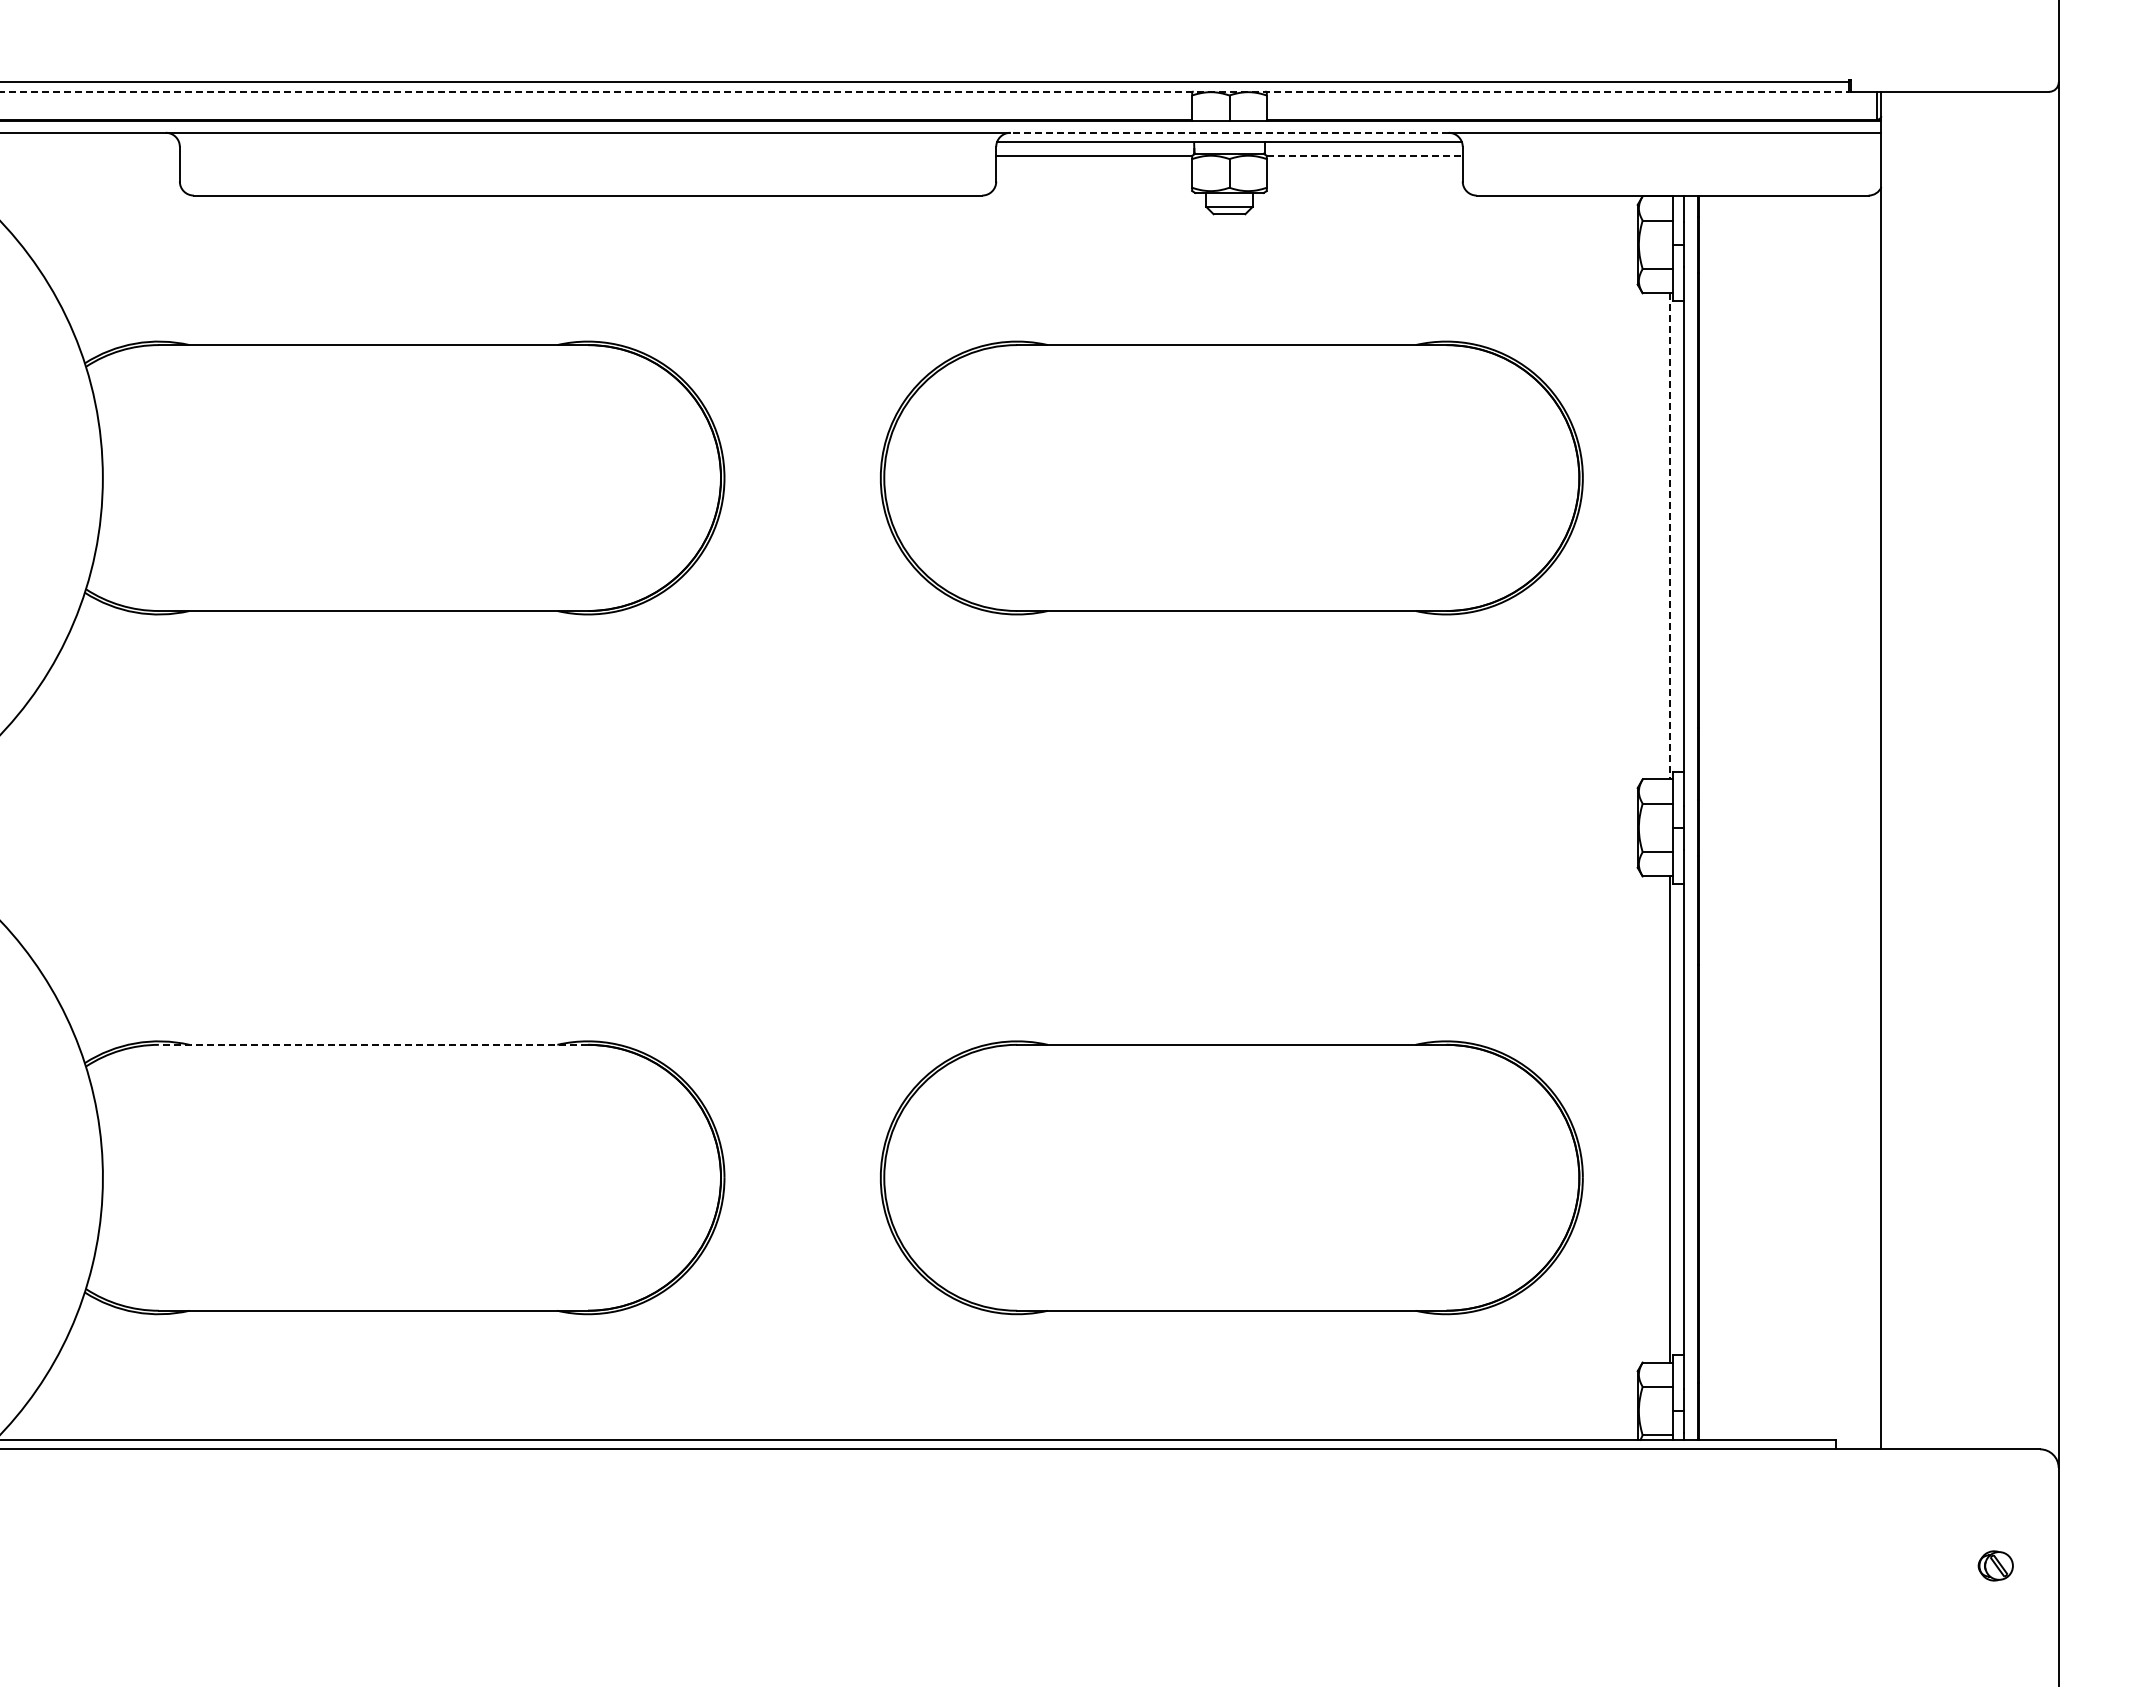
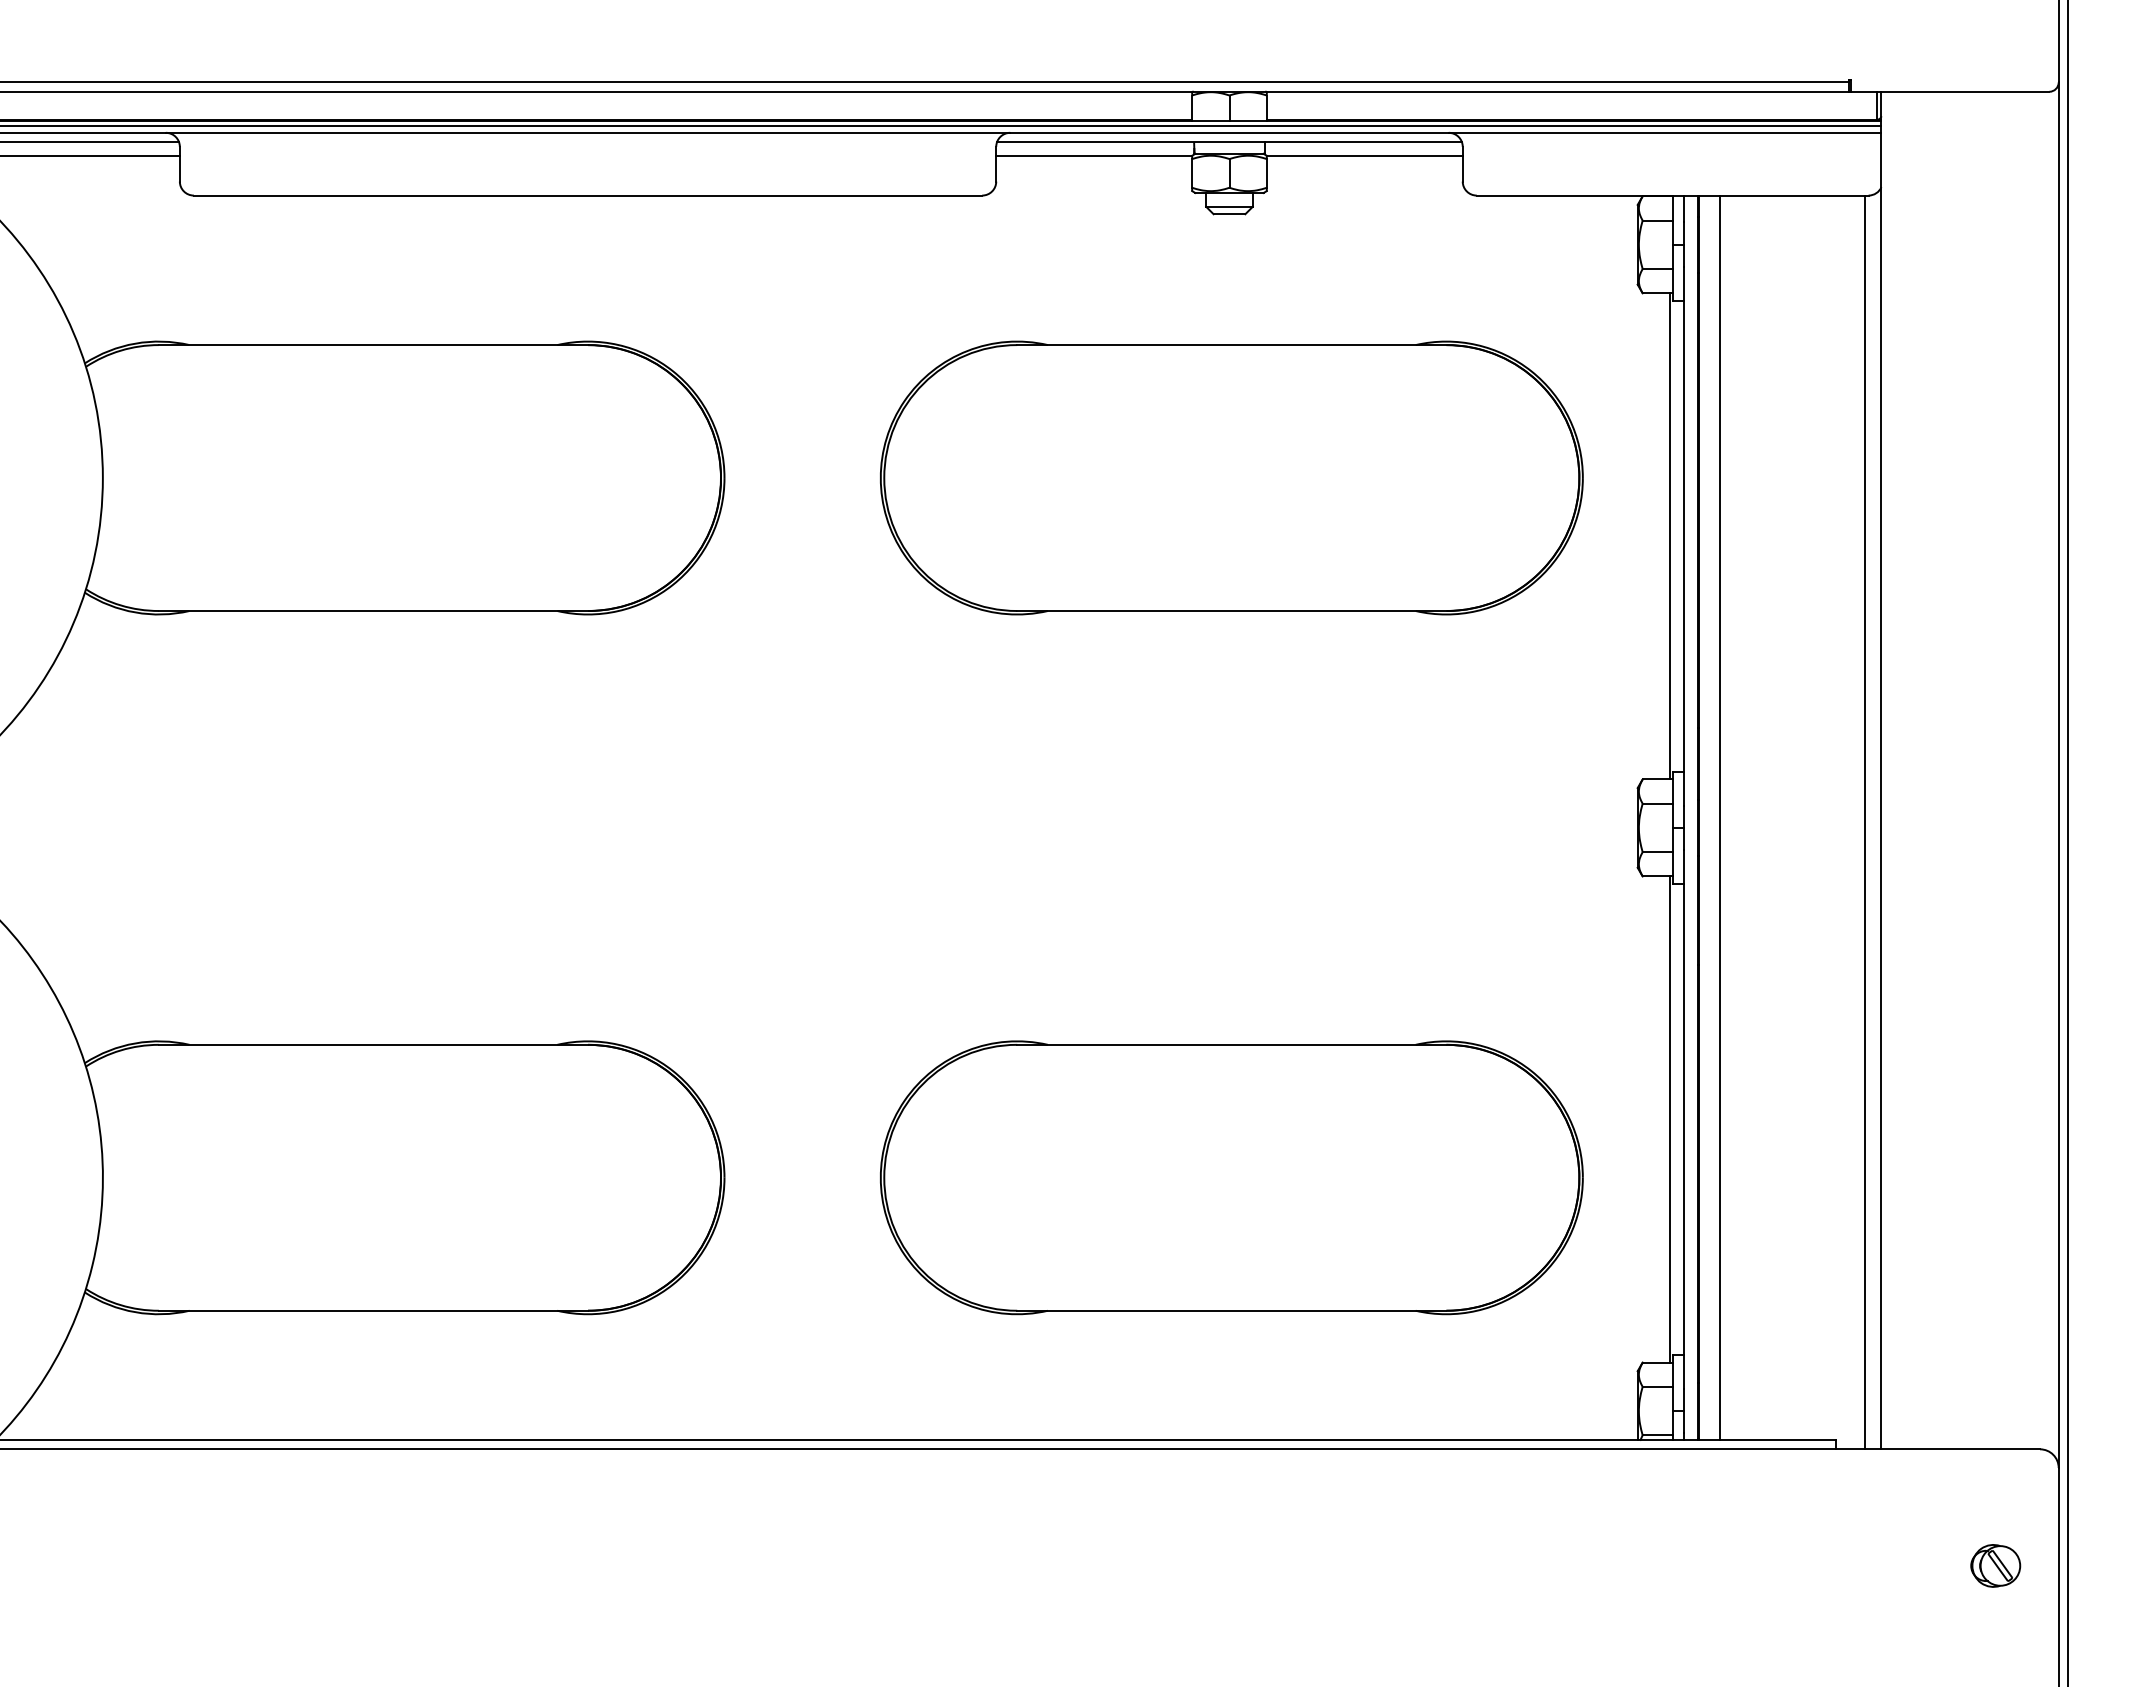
line at (924, 91): dashed -> solid
line at (941, 125): none -> present
line at (1228, 132): dashed -> solid
line at (90, 142): none -> present
line at (90, 156): none -> present
line at (1364, 156): dashed -> solid
line at (1670, 536): dashed -> solid
line at (1719, 817): none -> present
line at (1864, 822): none -> present
line at (2068, 842): none -> present
line at (373, 1044): dashed -> solid
part at (1995, 1565) size: 37x32 px -> 52x44 px
